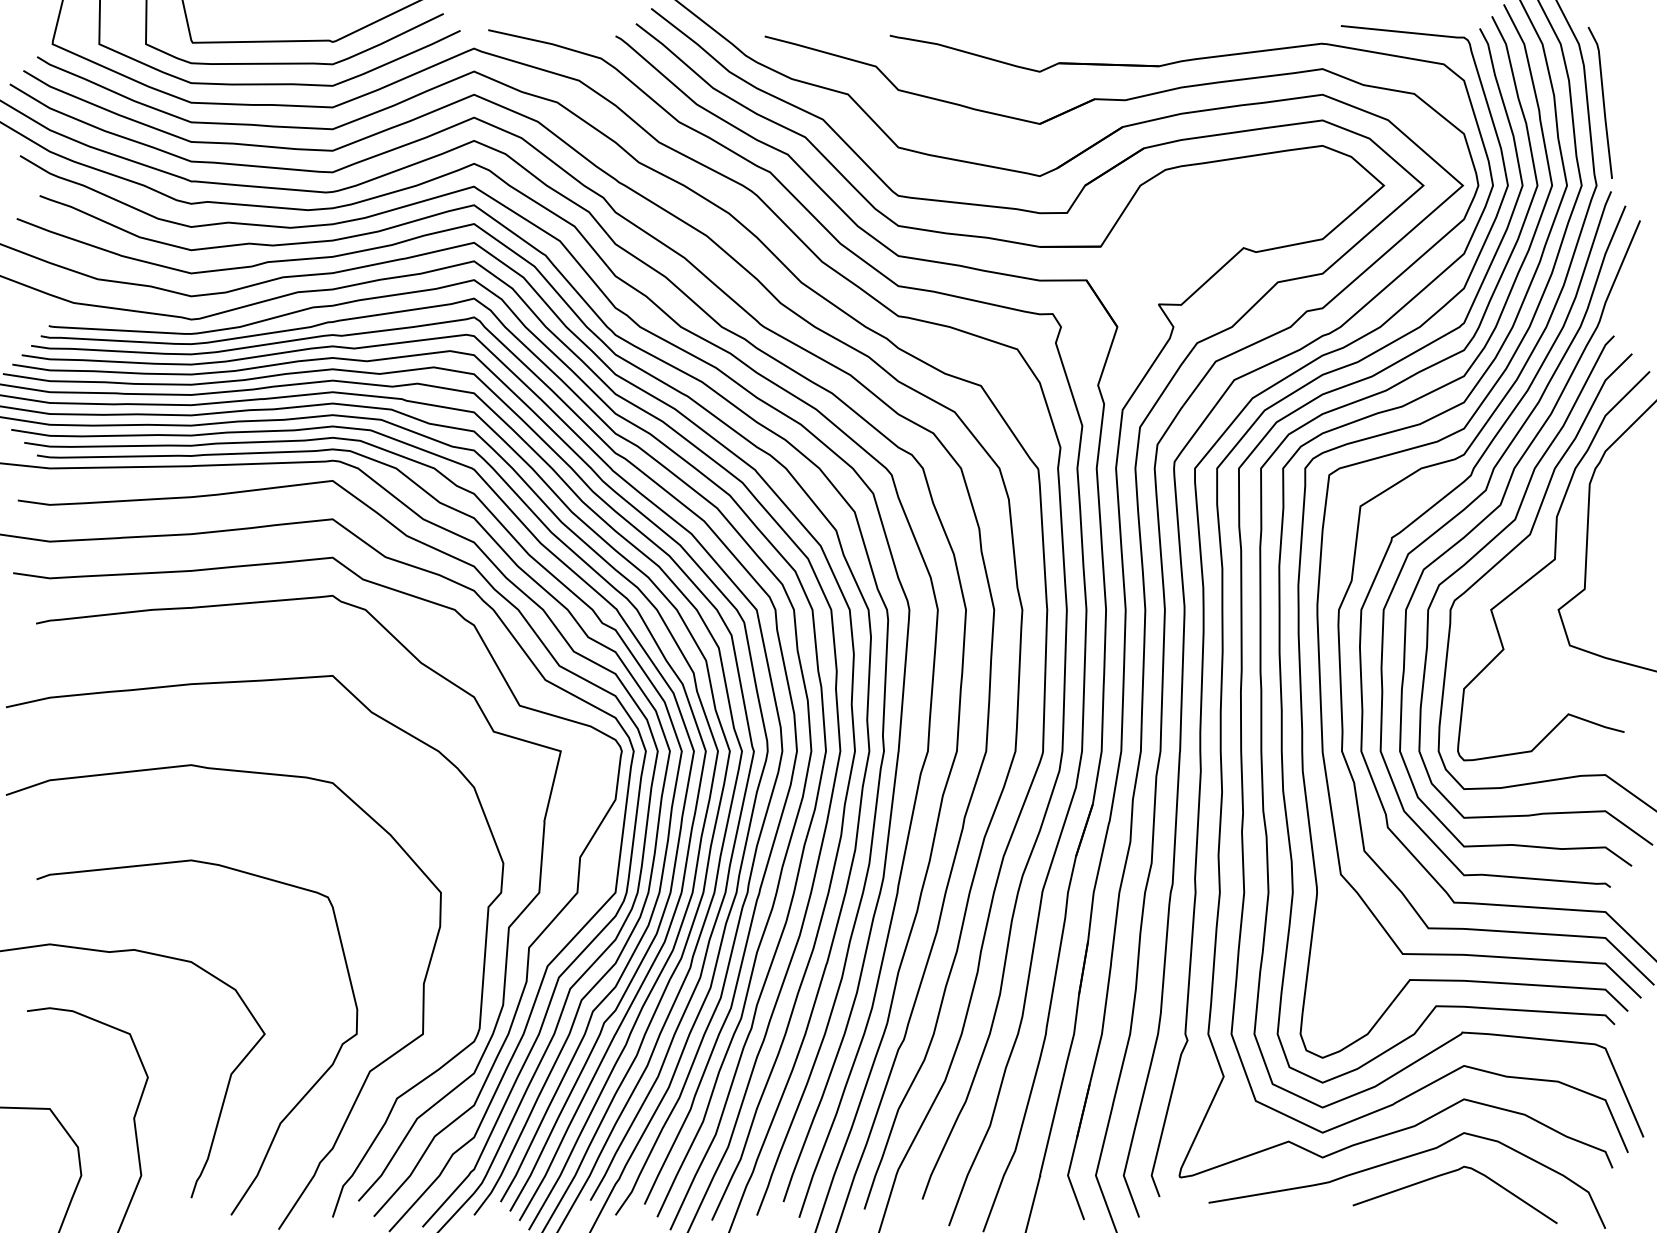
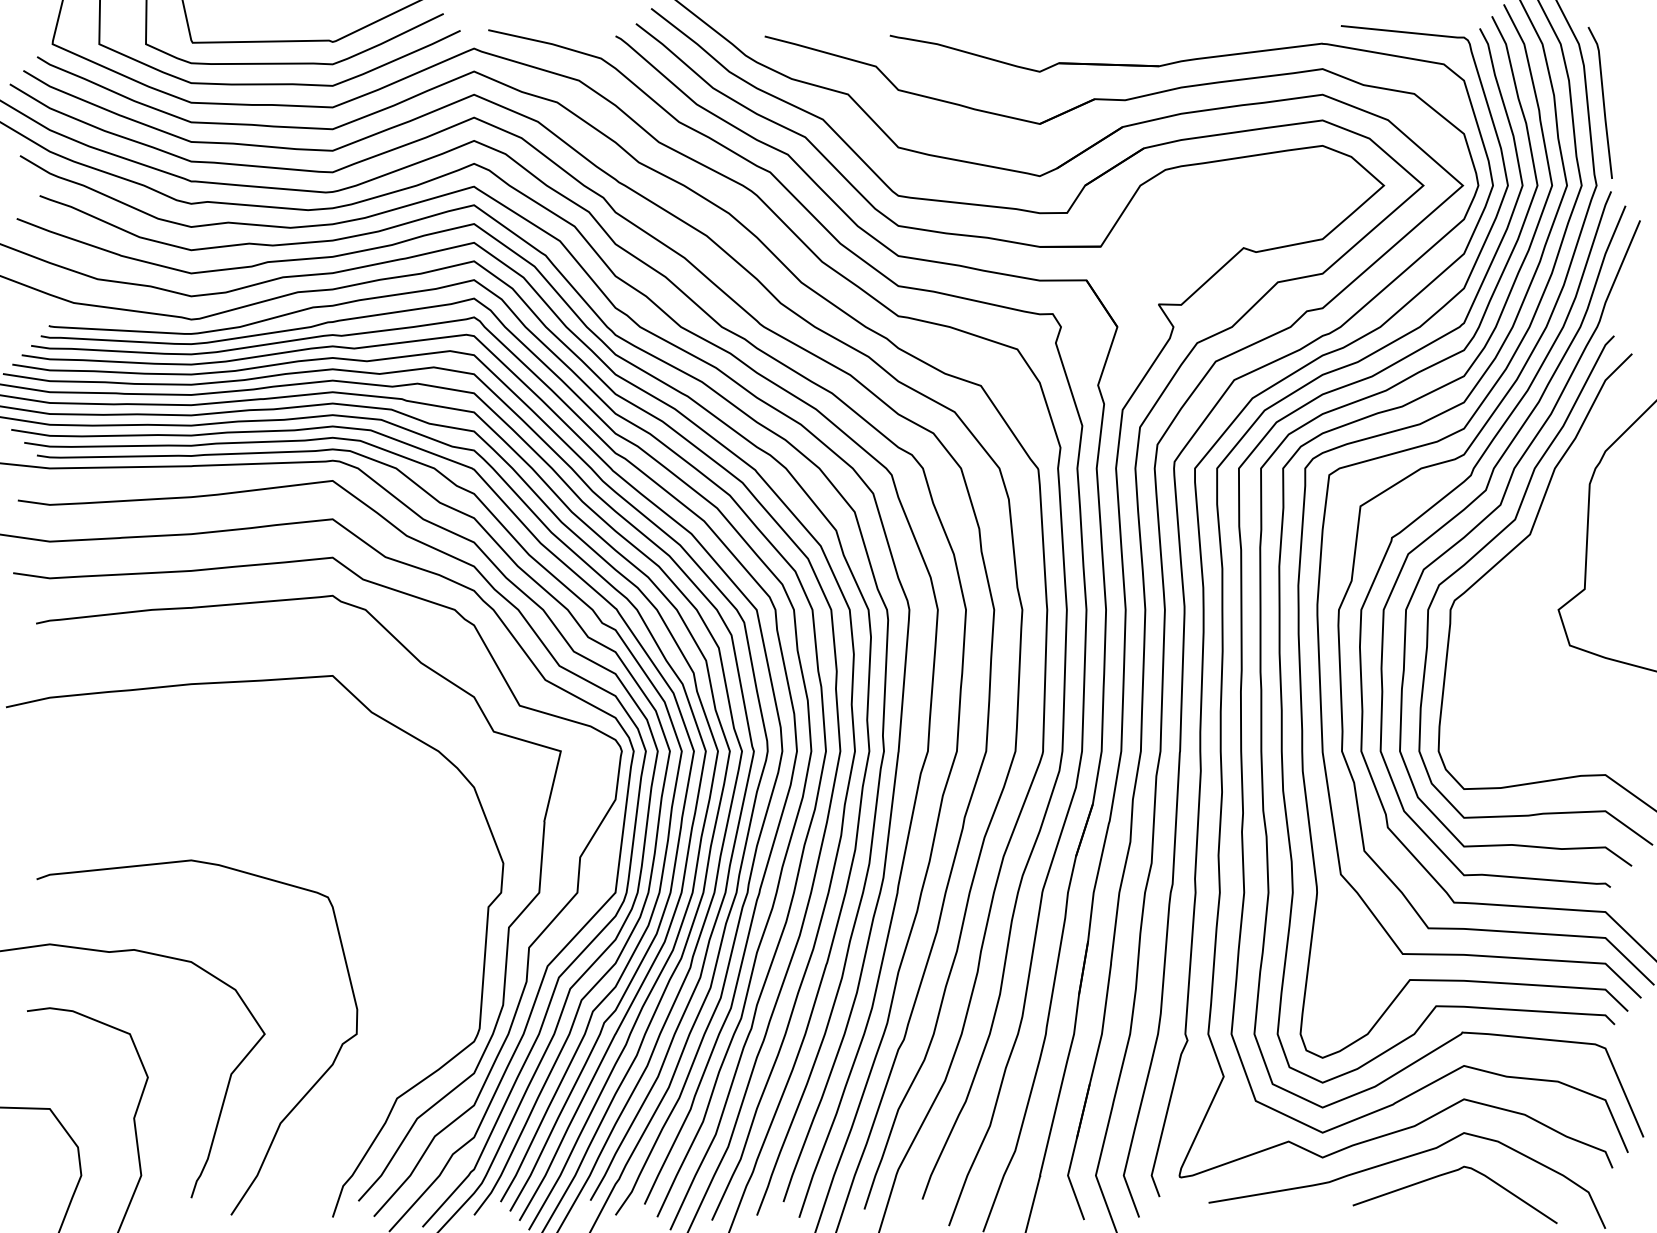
curve at (1551, 563): present -> none
curve at (369, 1070): present -> none
